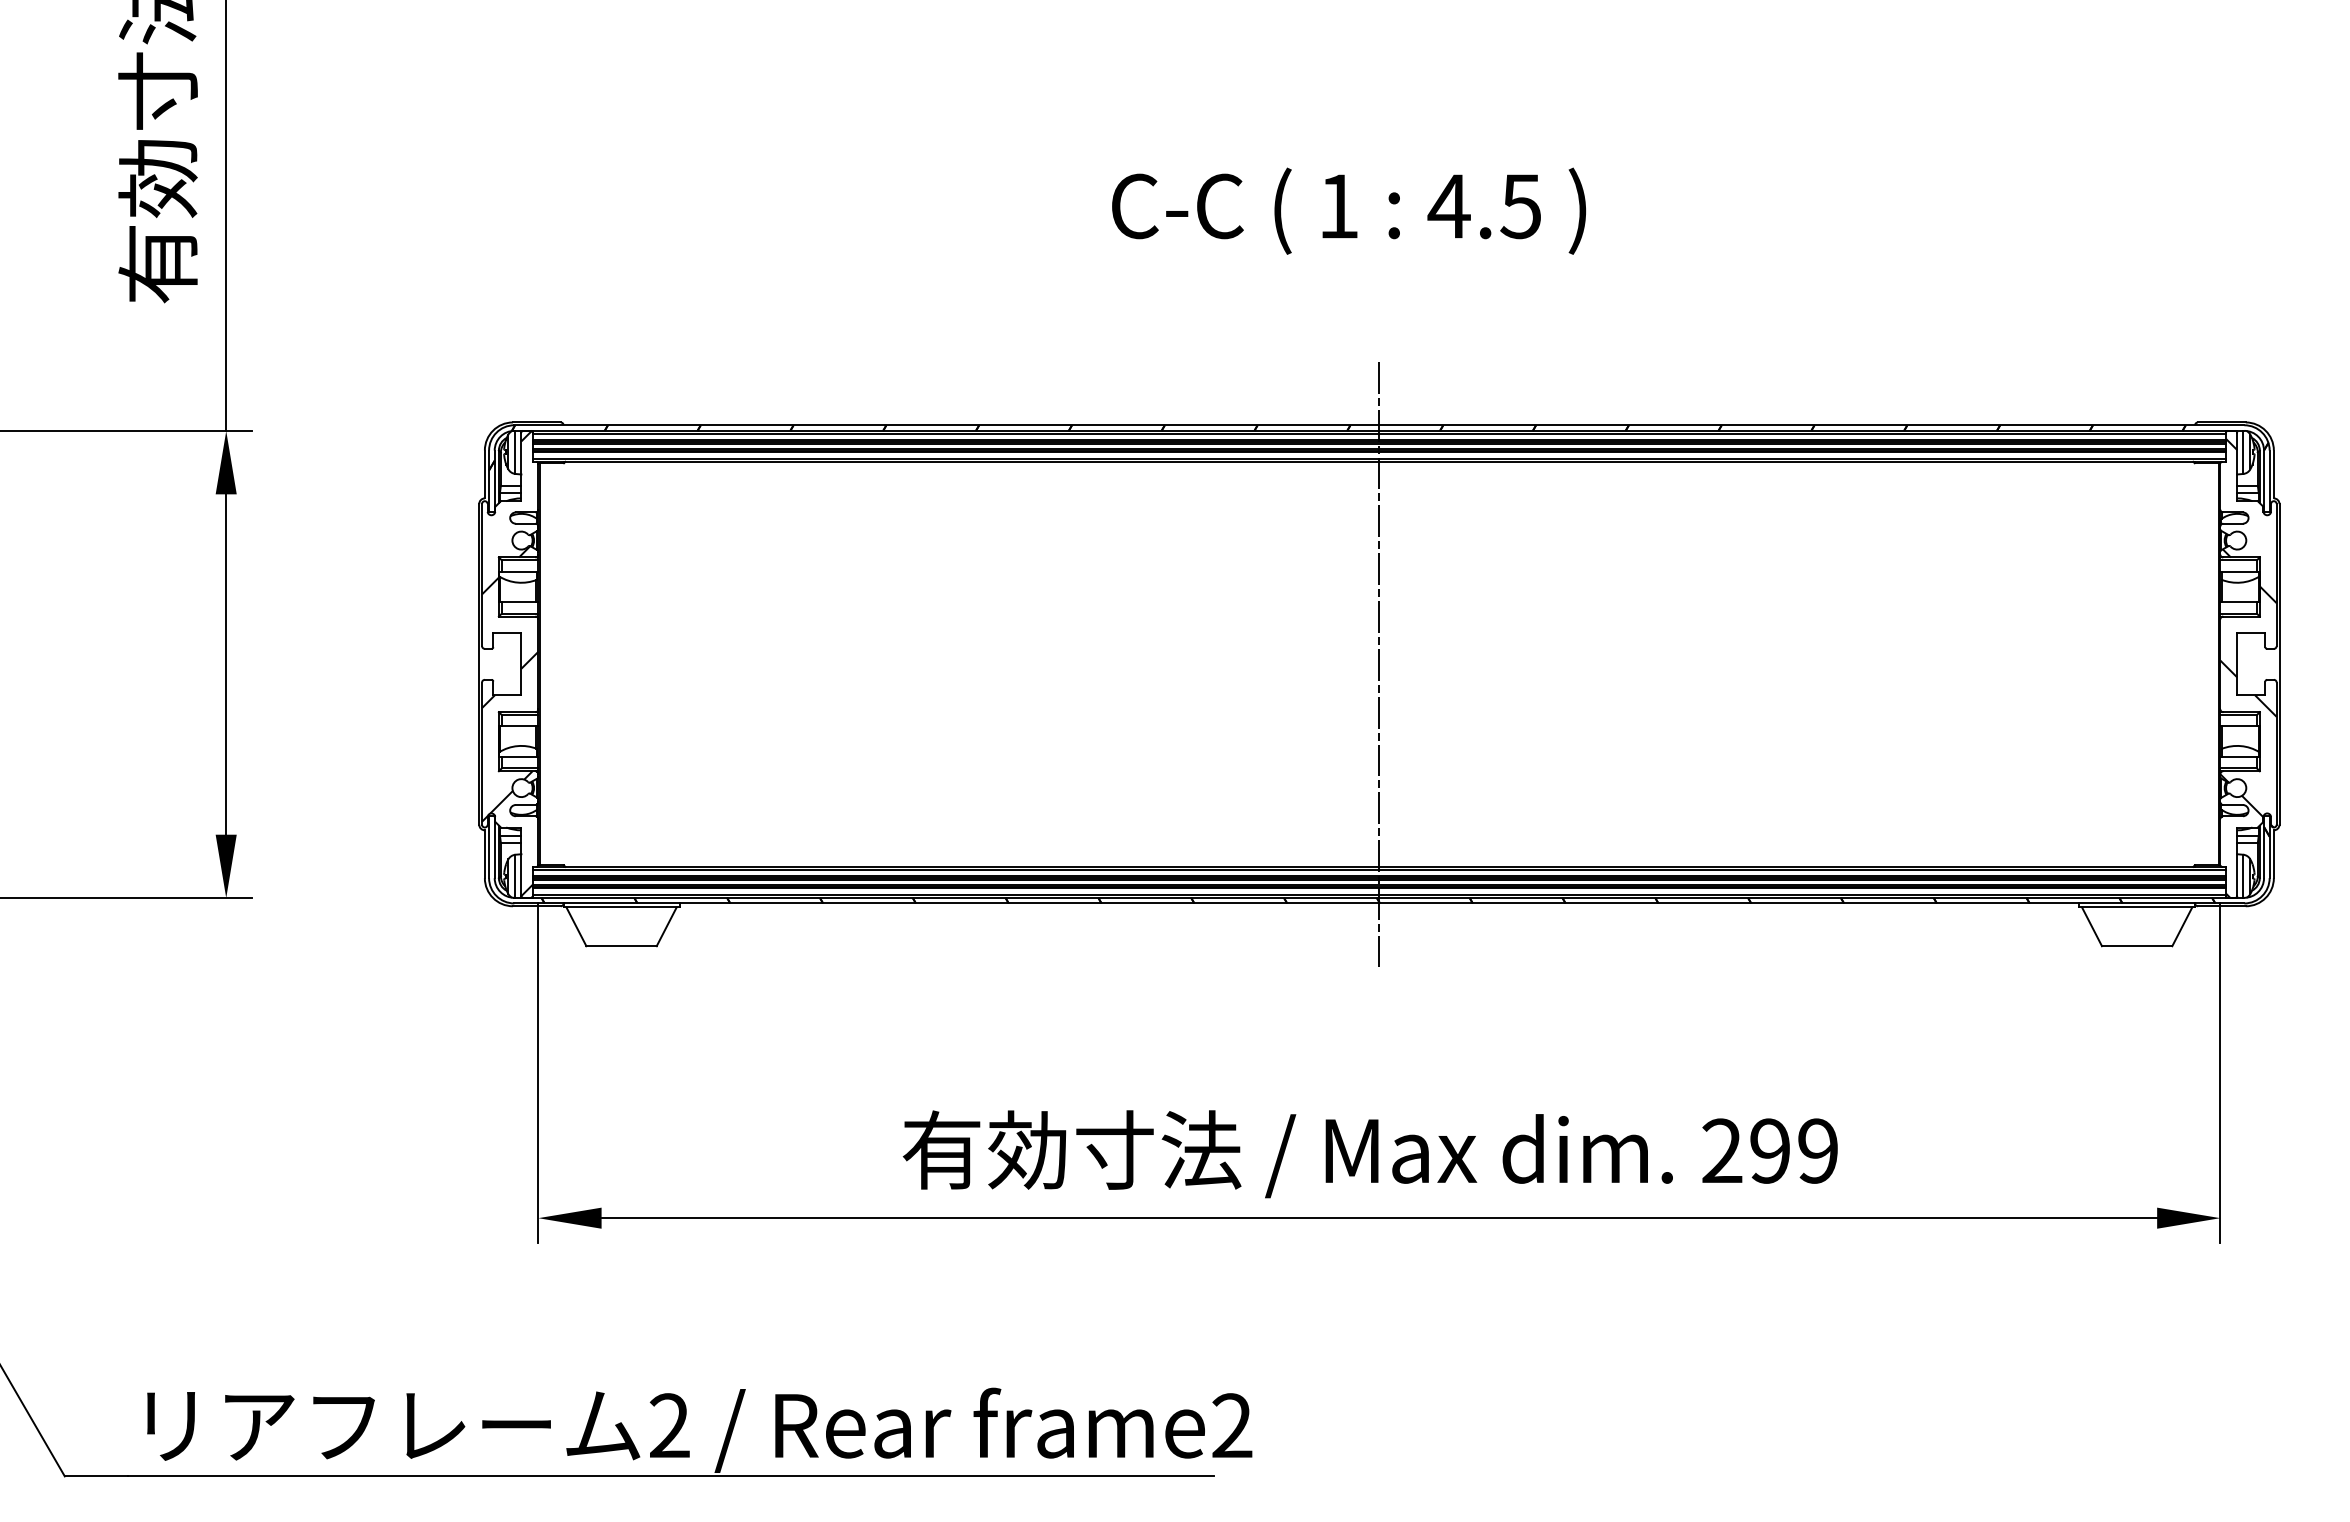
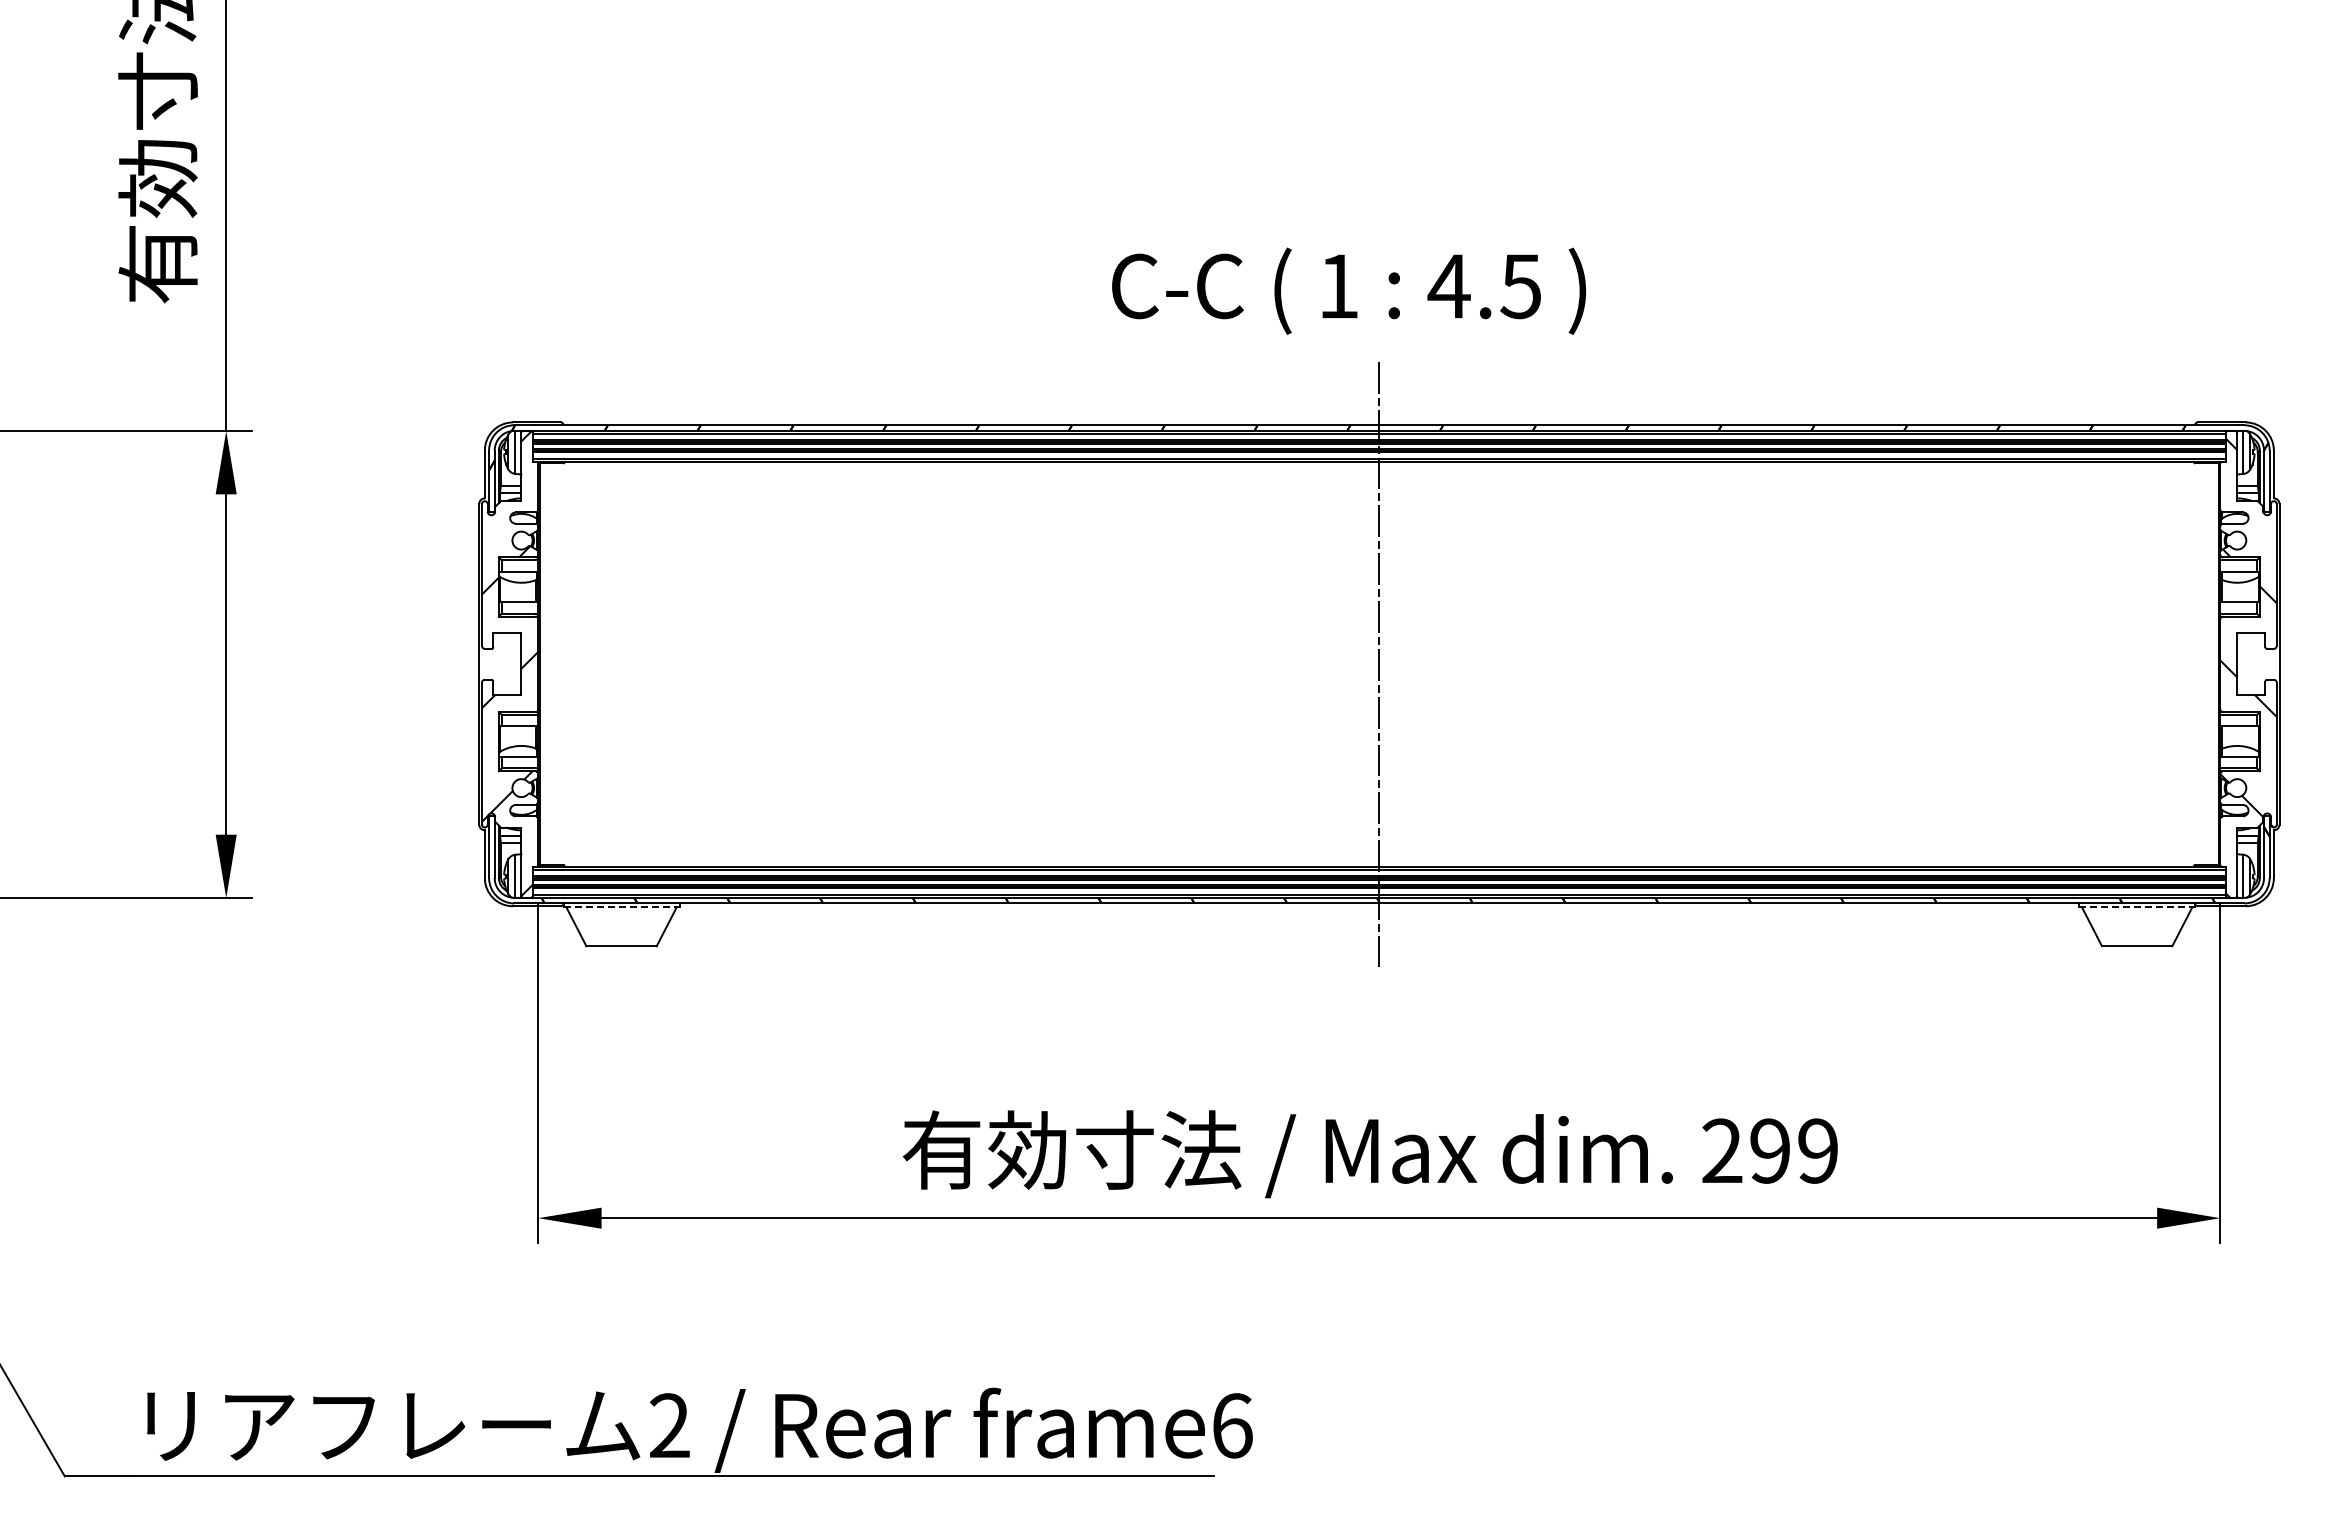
text at (1348, 210) position: (1348, 210) -> (1348, 290)
line at (621, 907): solid -> dashed
line at (2137, 907): solid -> dashed
text at (1232, 1425): frame2 -> frame6
